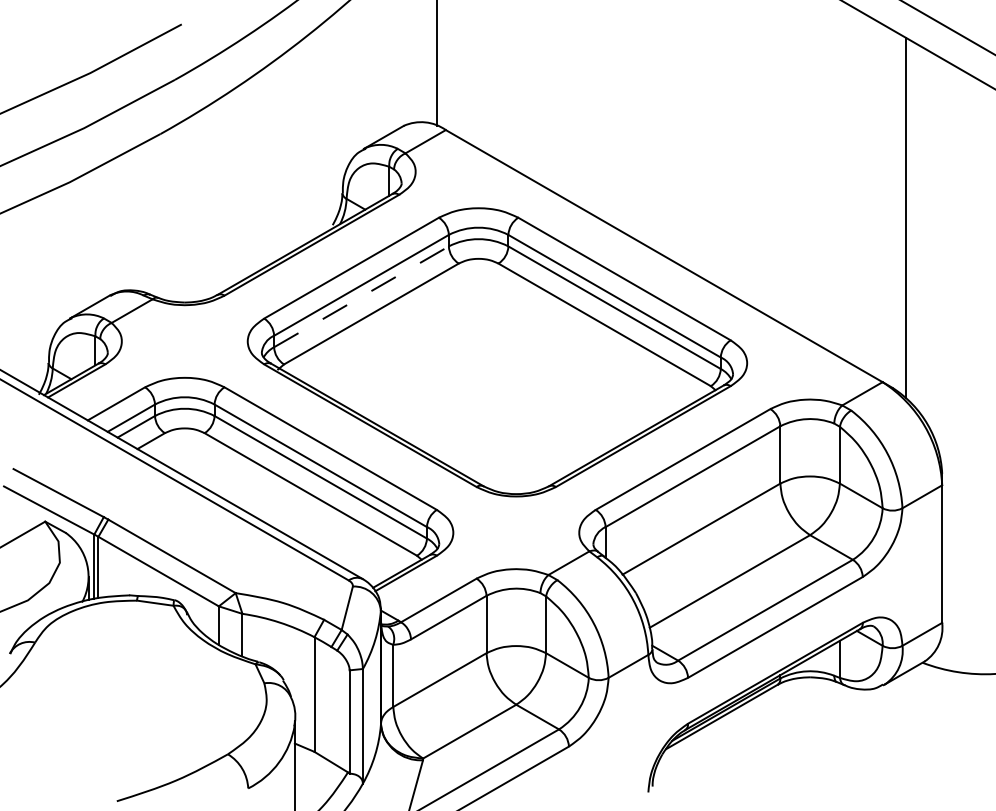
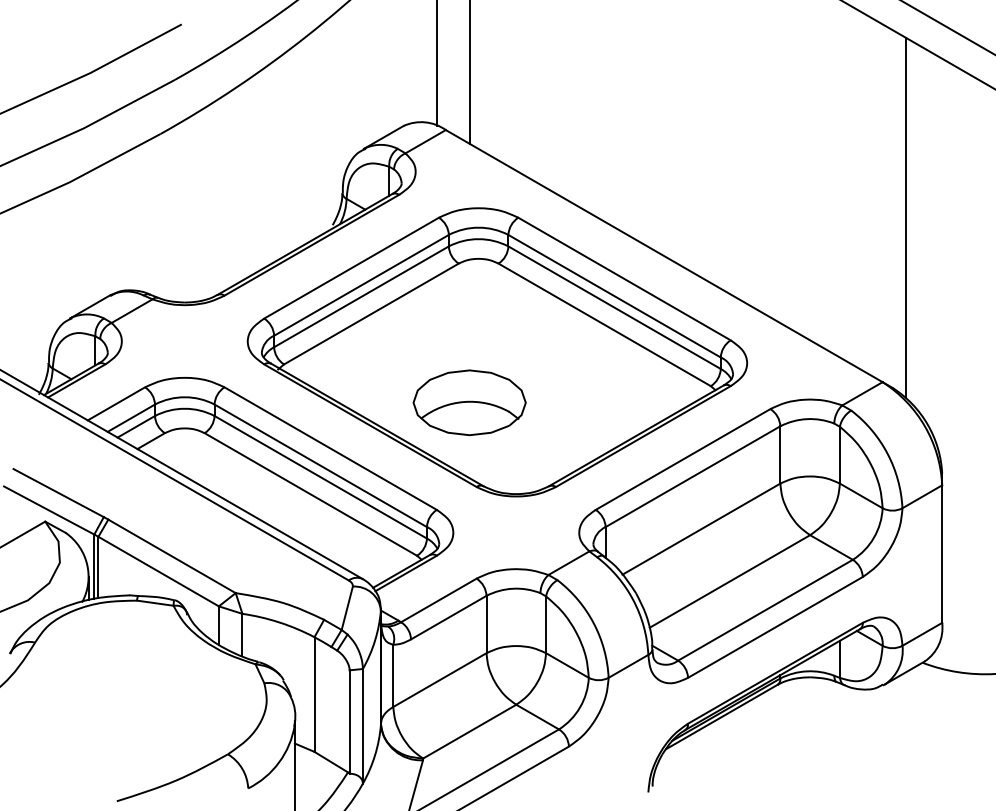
line at (469, 72): none -> present
line at (361, 296): dashed -> solid
part at (469, 402): none -> present
